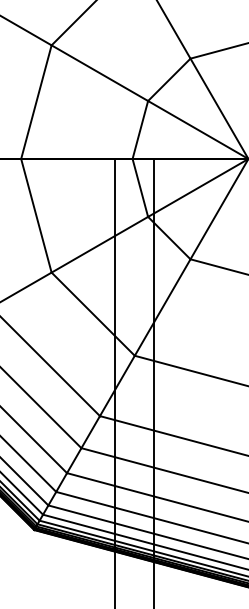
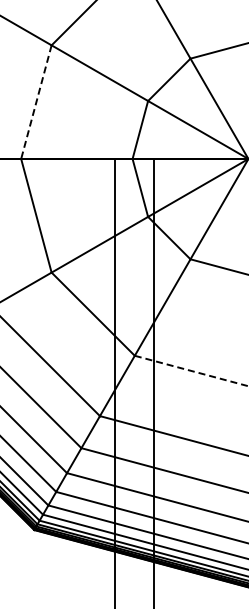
line at (36, 102): solid -> dashed
line at (191, 371): solid -> dashed
